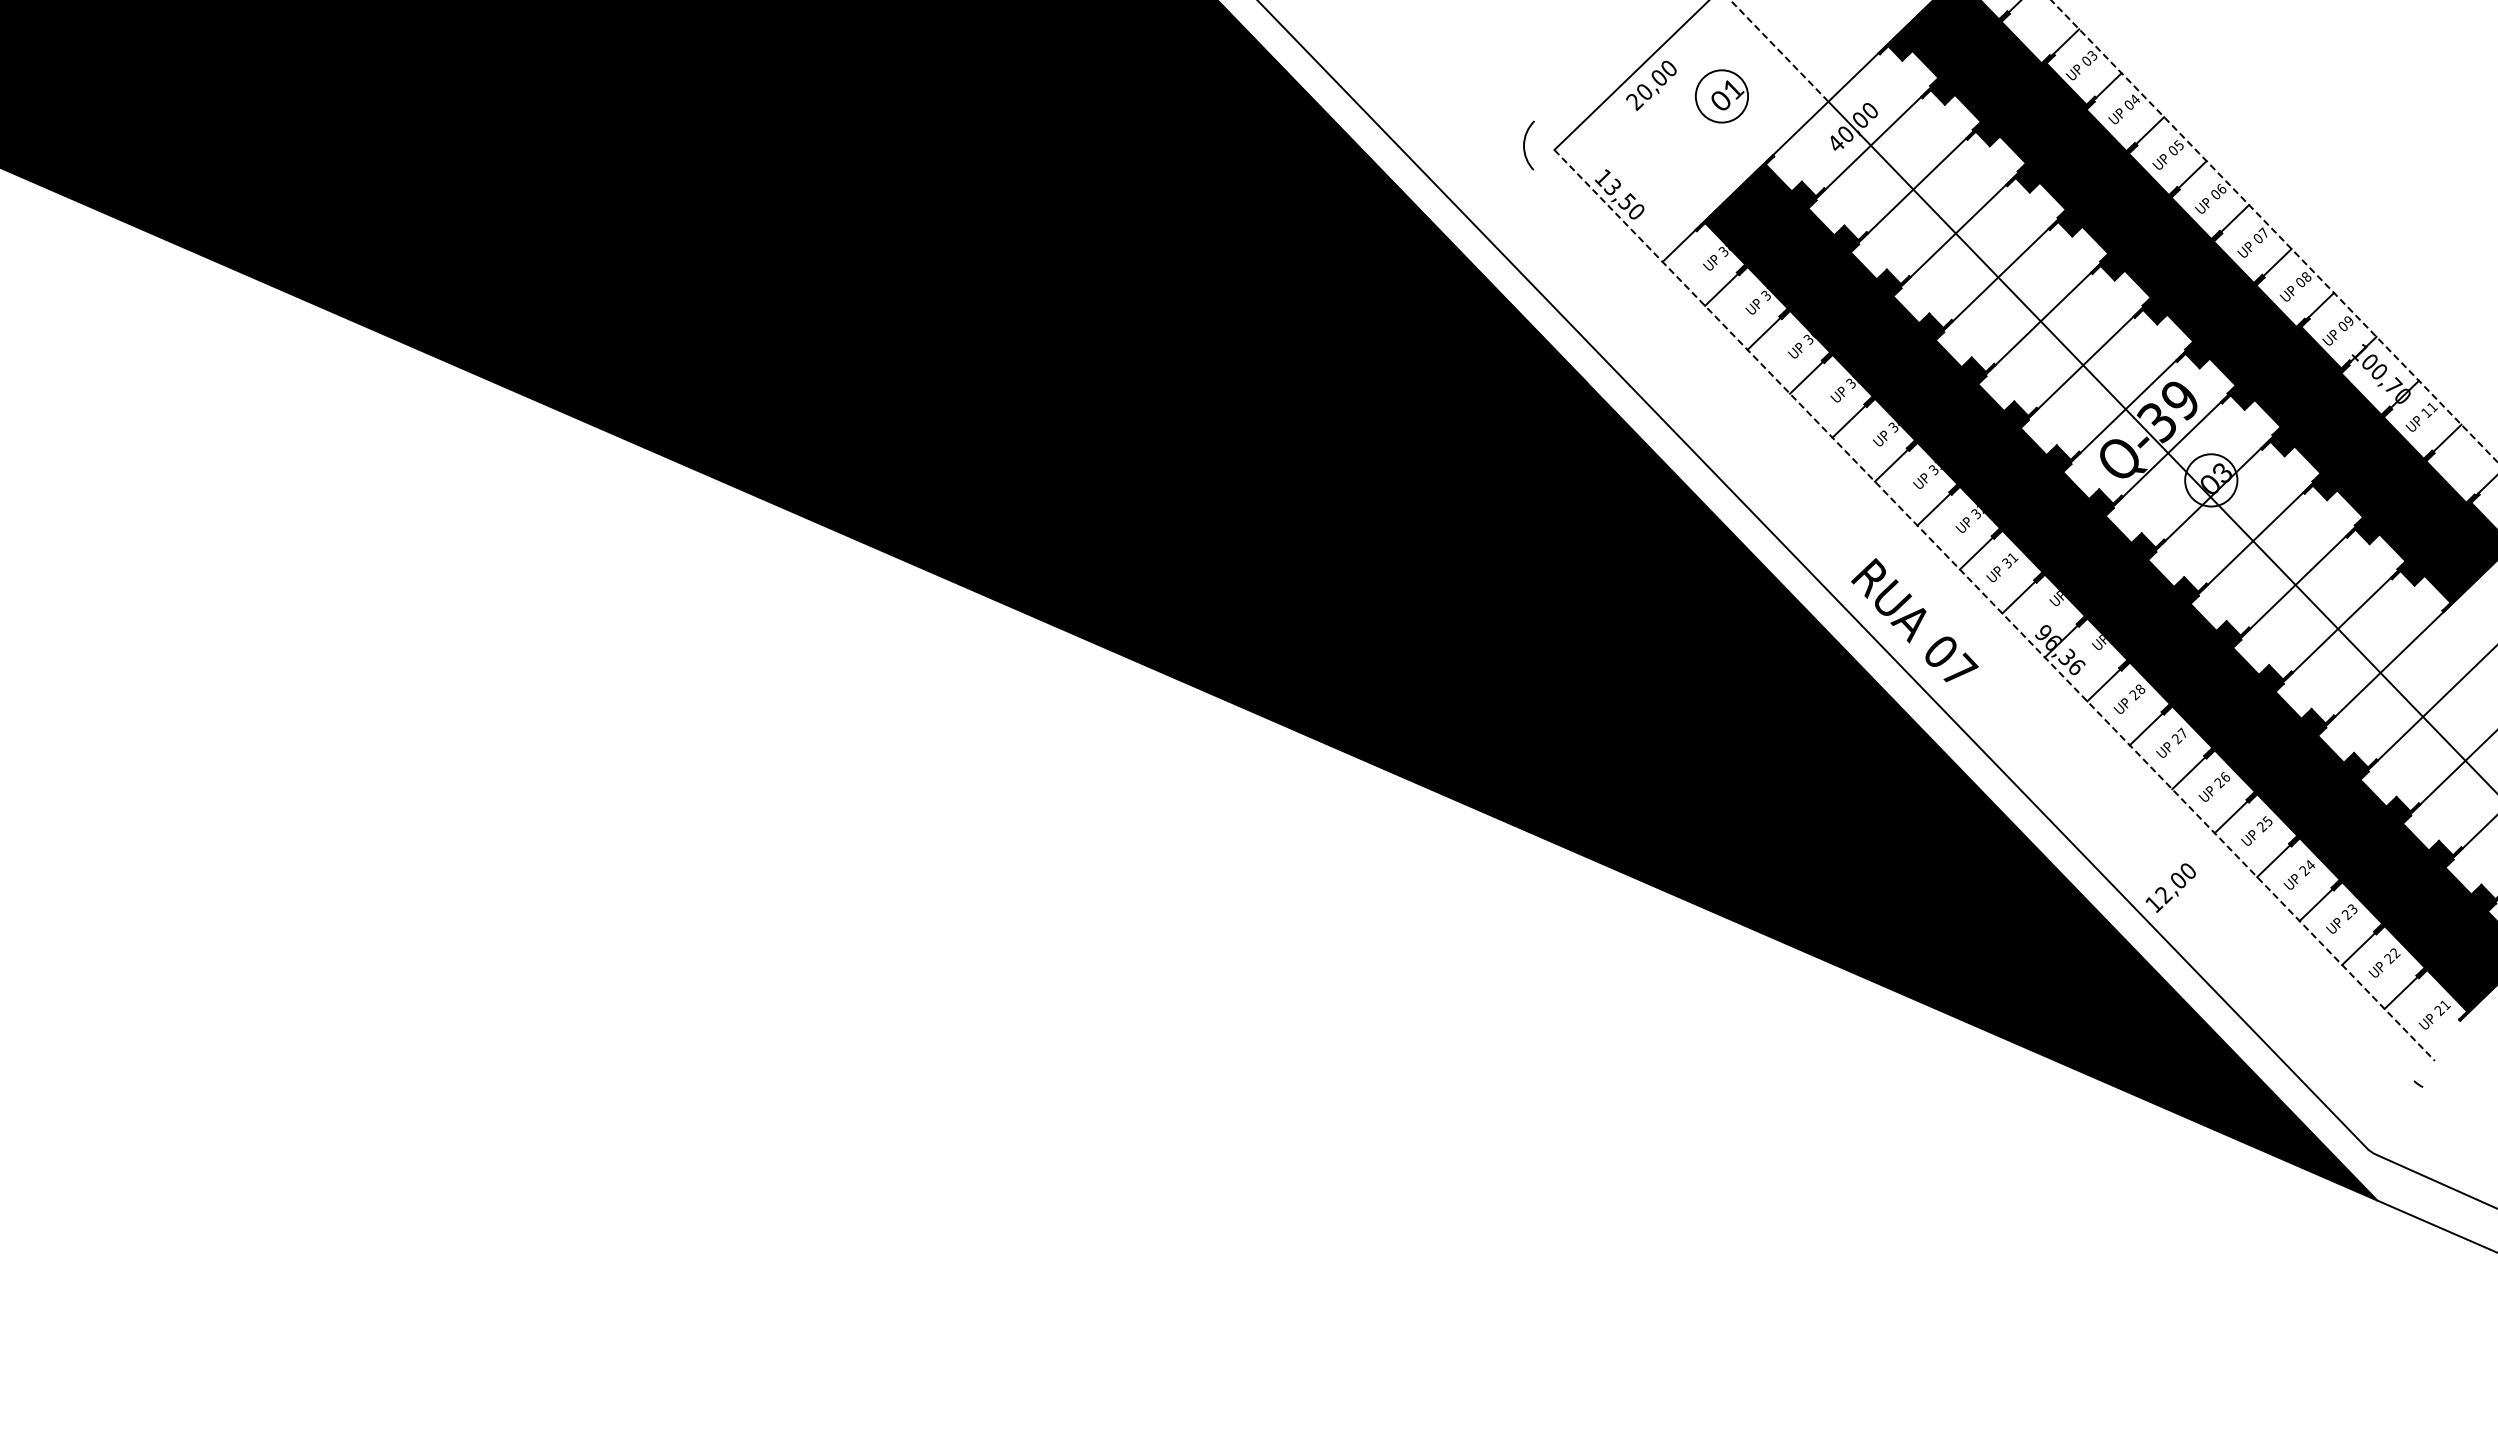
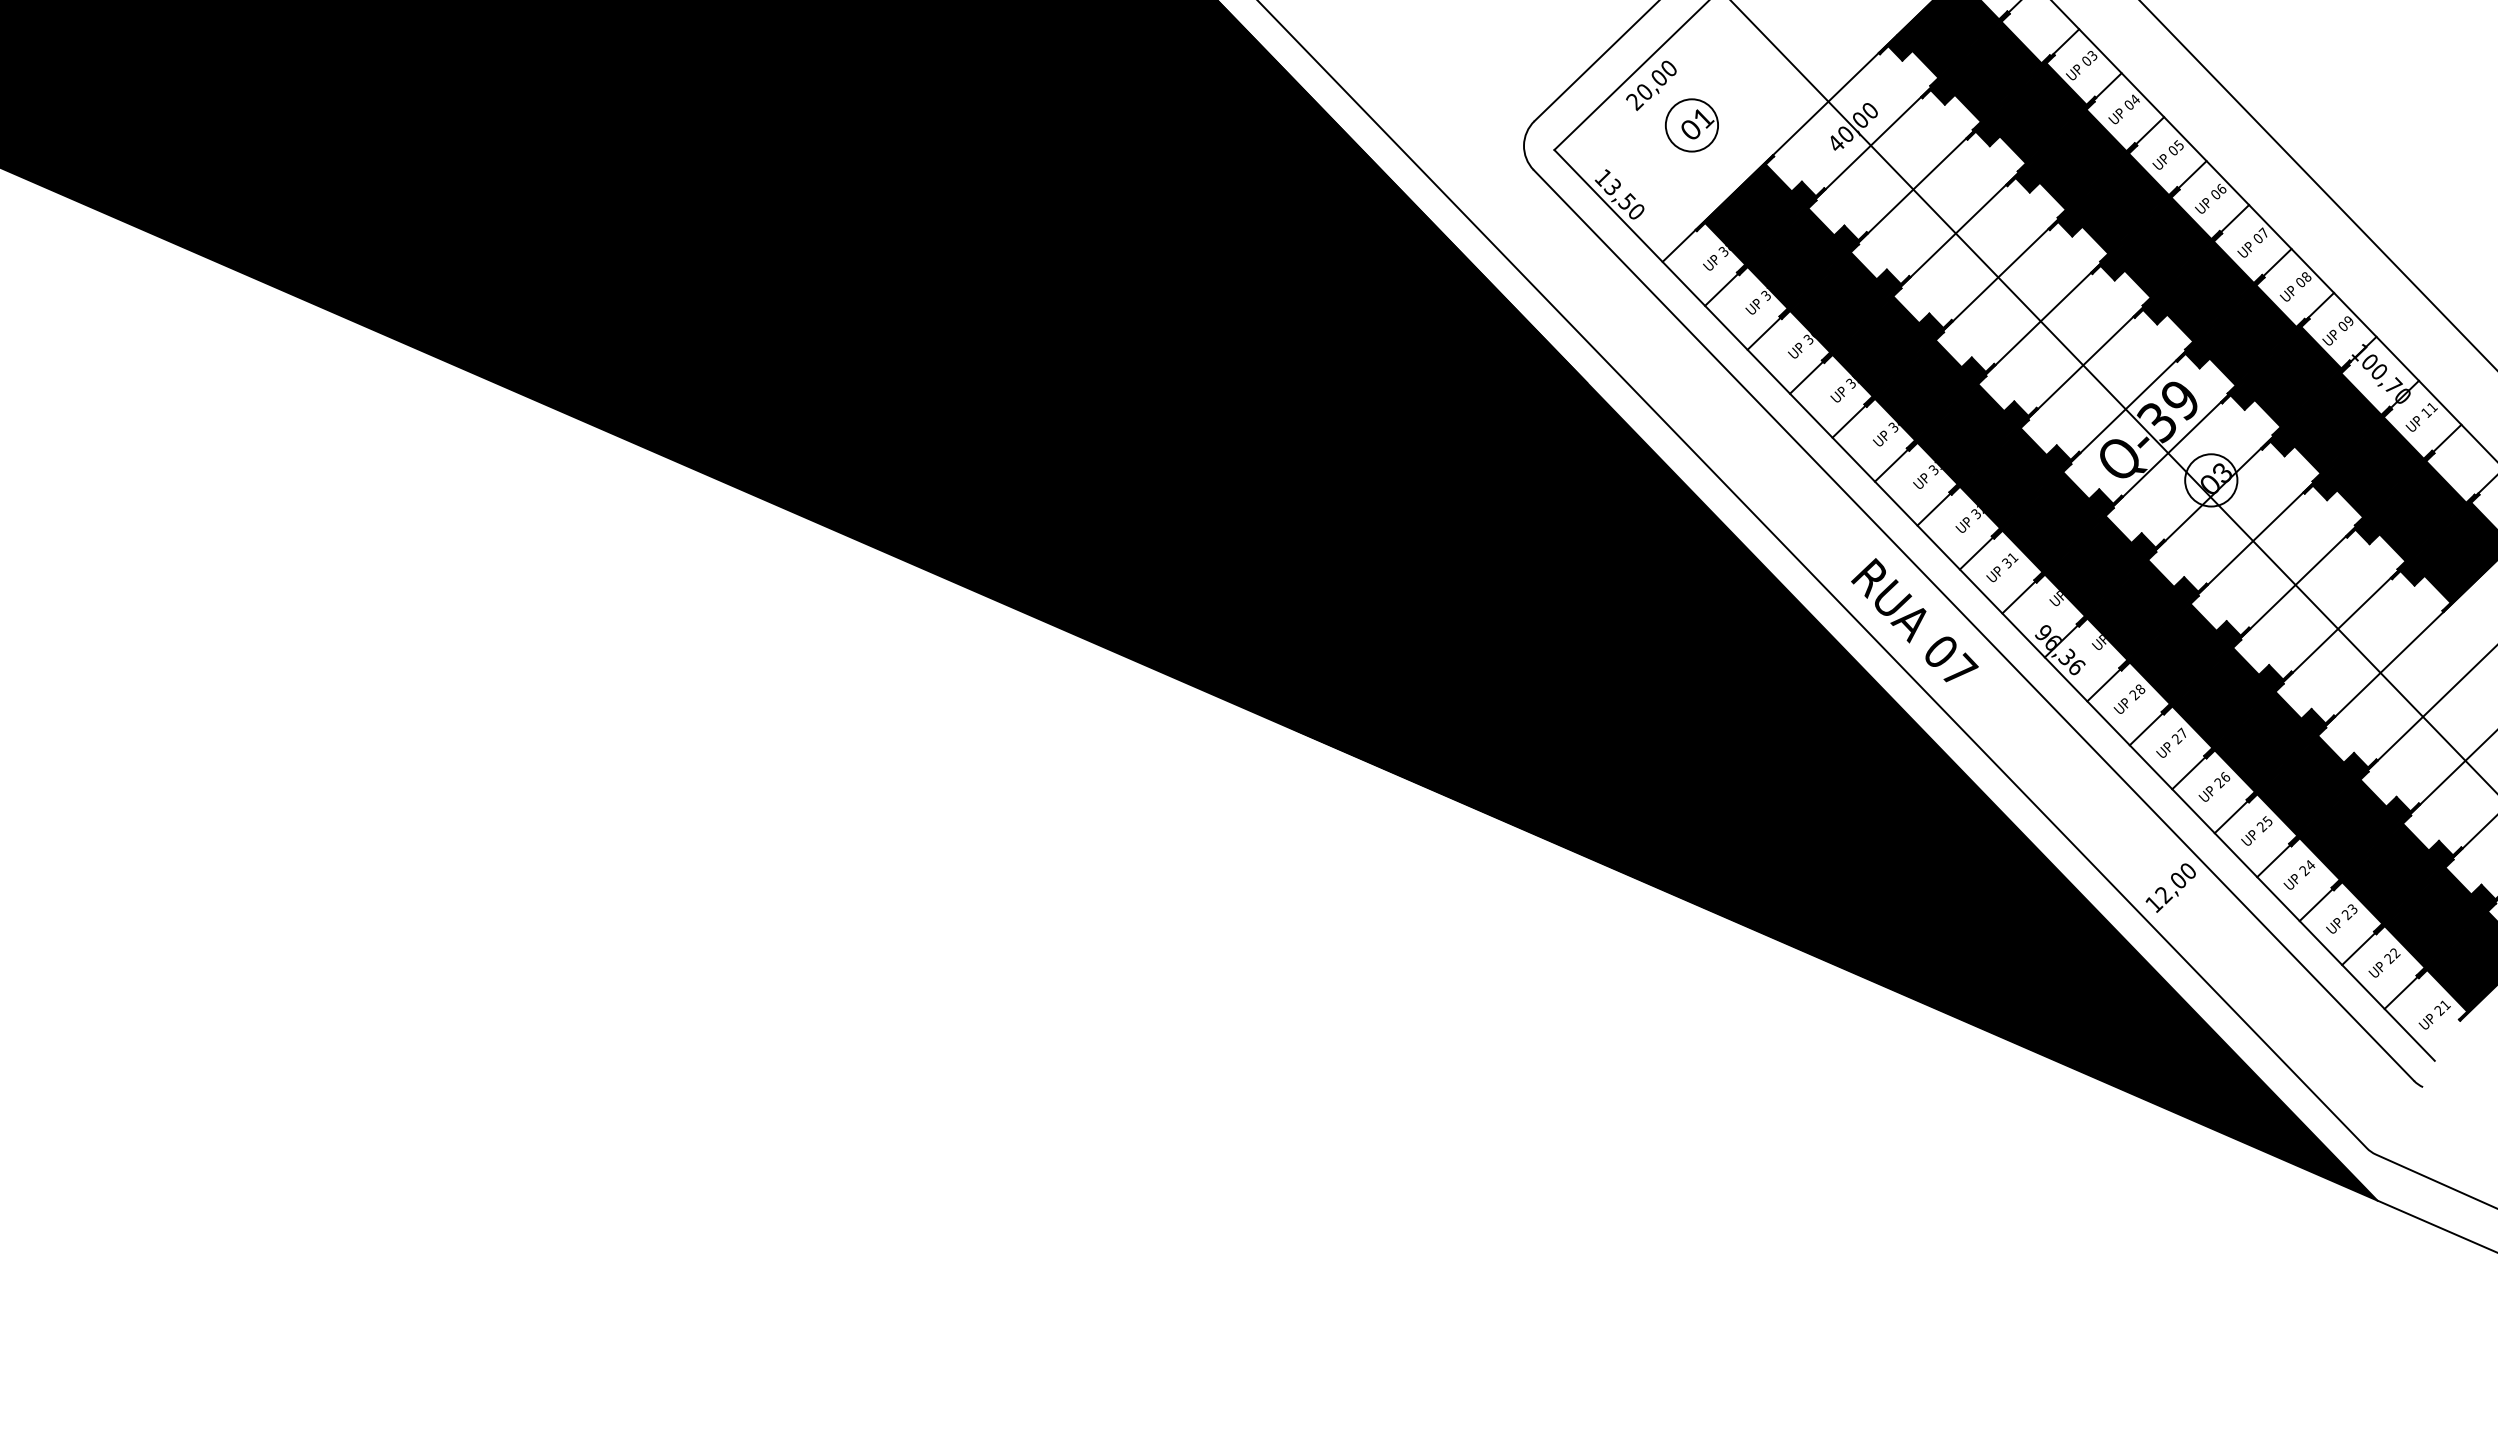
line at (1779, 50): dashed -> solid
line at (1595, 61): none -> present
part at (1721, 96) position: (1721, 96) -> (1691, 125)
line at (2317, 185): none -> present
line at (2274, 231): dashed -> solid
line at (1994, 605): dashed -> solid
line at (1973, 625): none -> present
